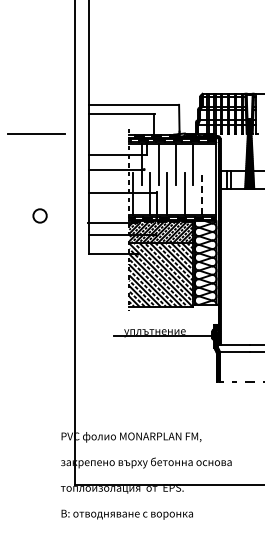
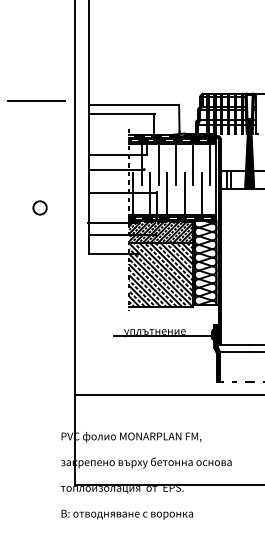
line at (36, 133) position: (36, 133) -> (36, 100)
line at (210, 164): none -> present
line at (201, 193): dashed -> solid
circle at (39, 215) position: (39, 215) -> (39, 207)
line at (167, 394): none -> present
